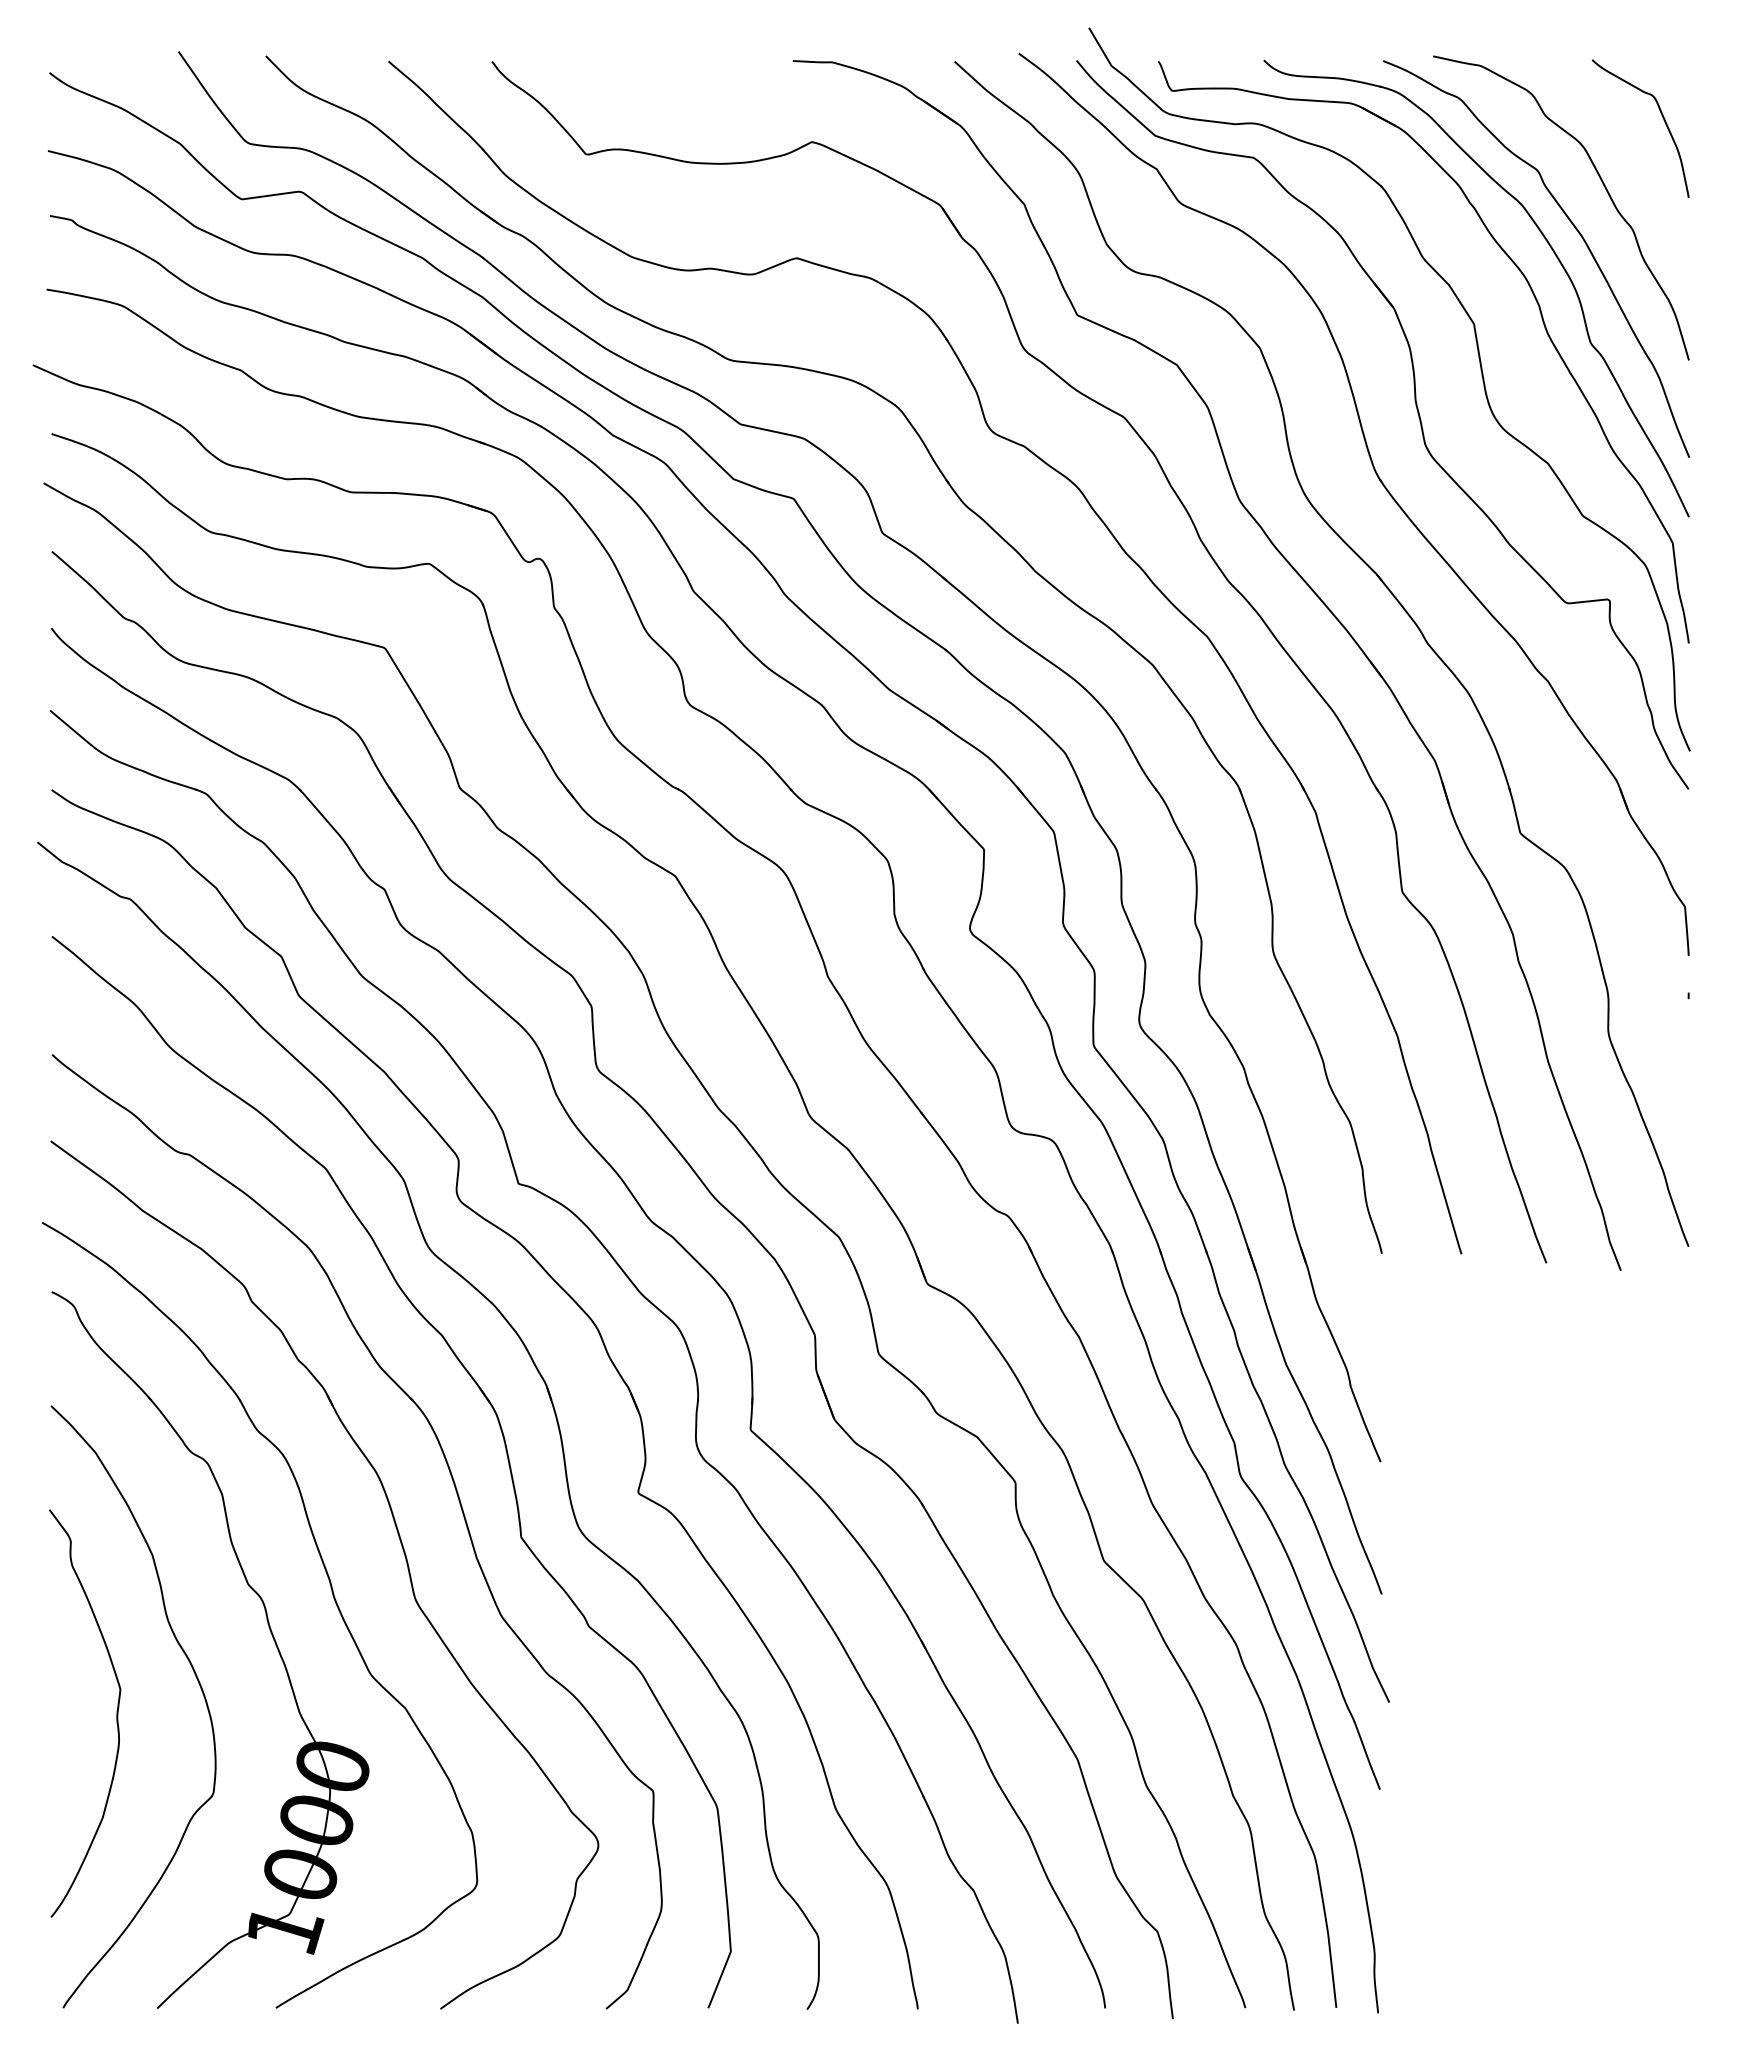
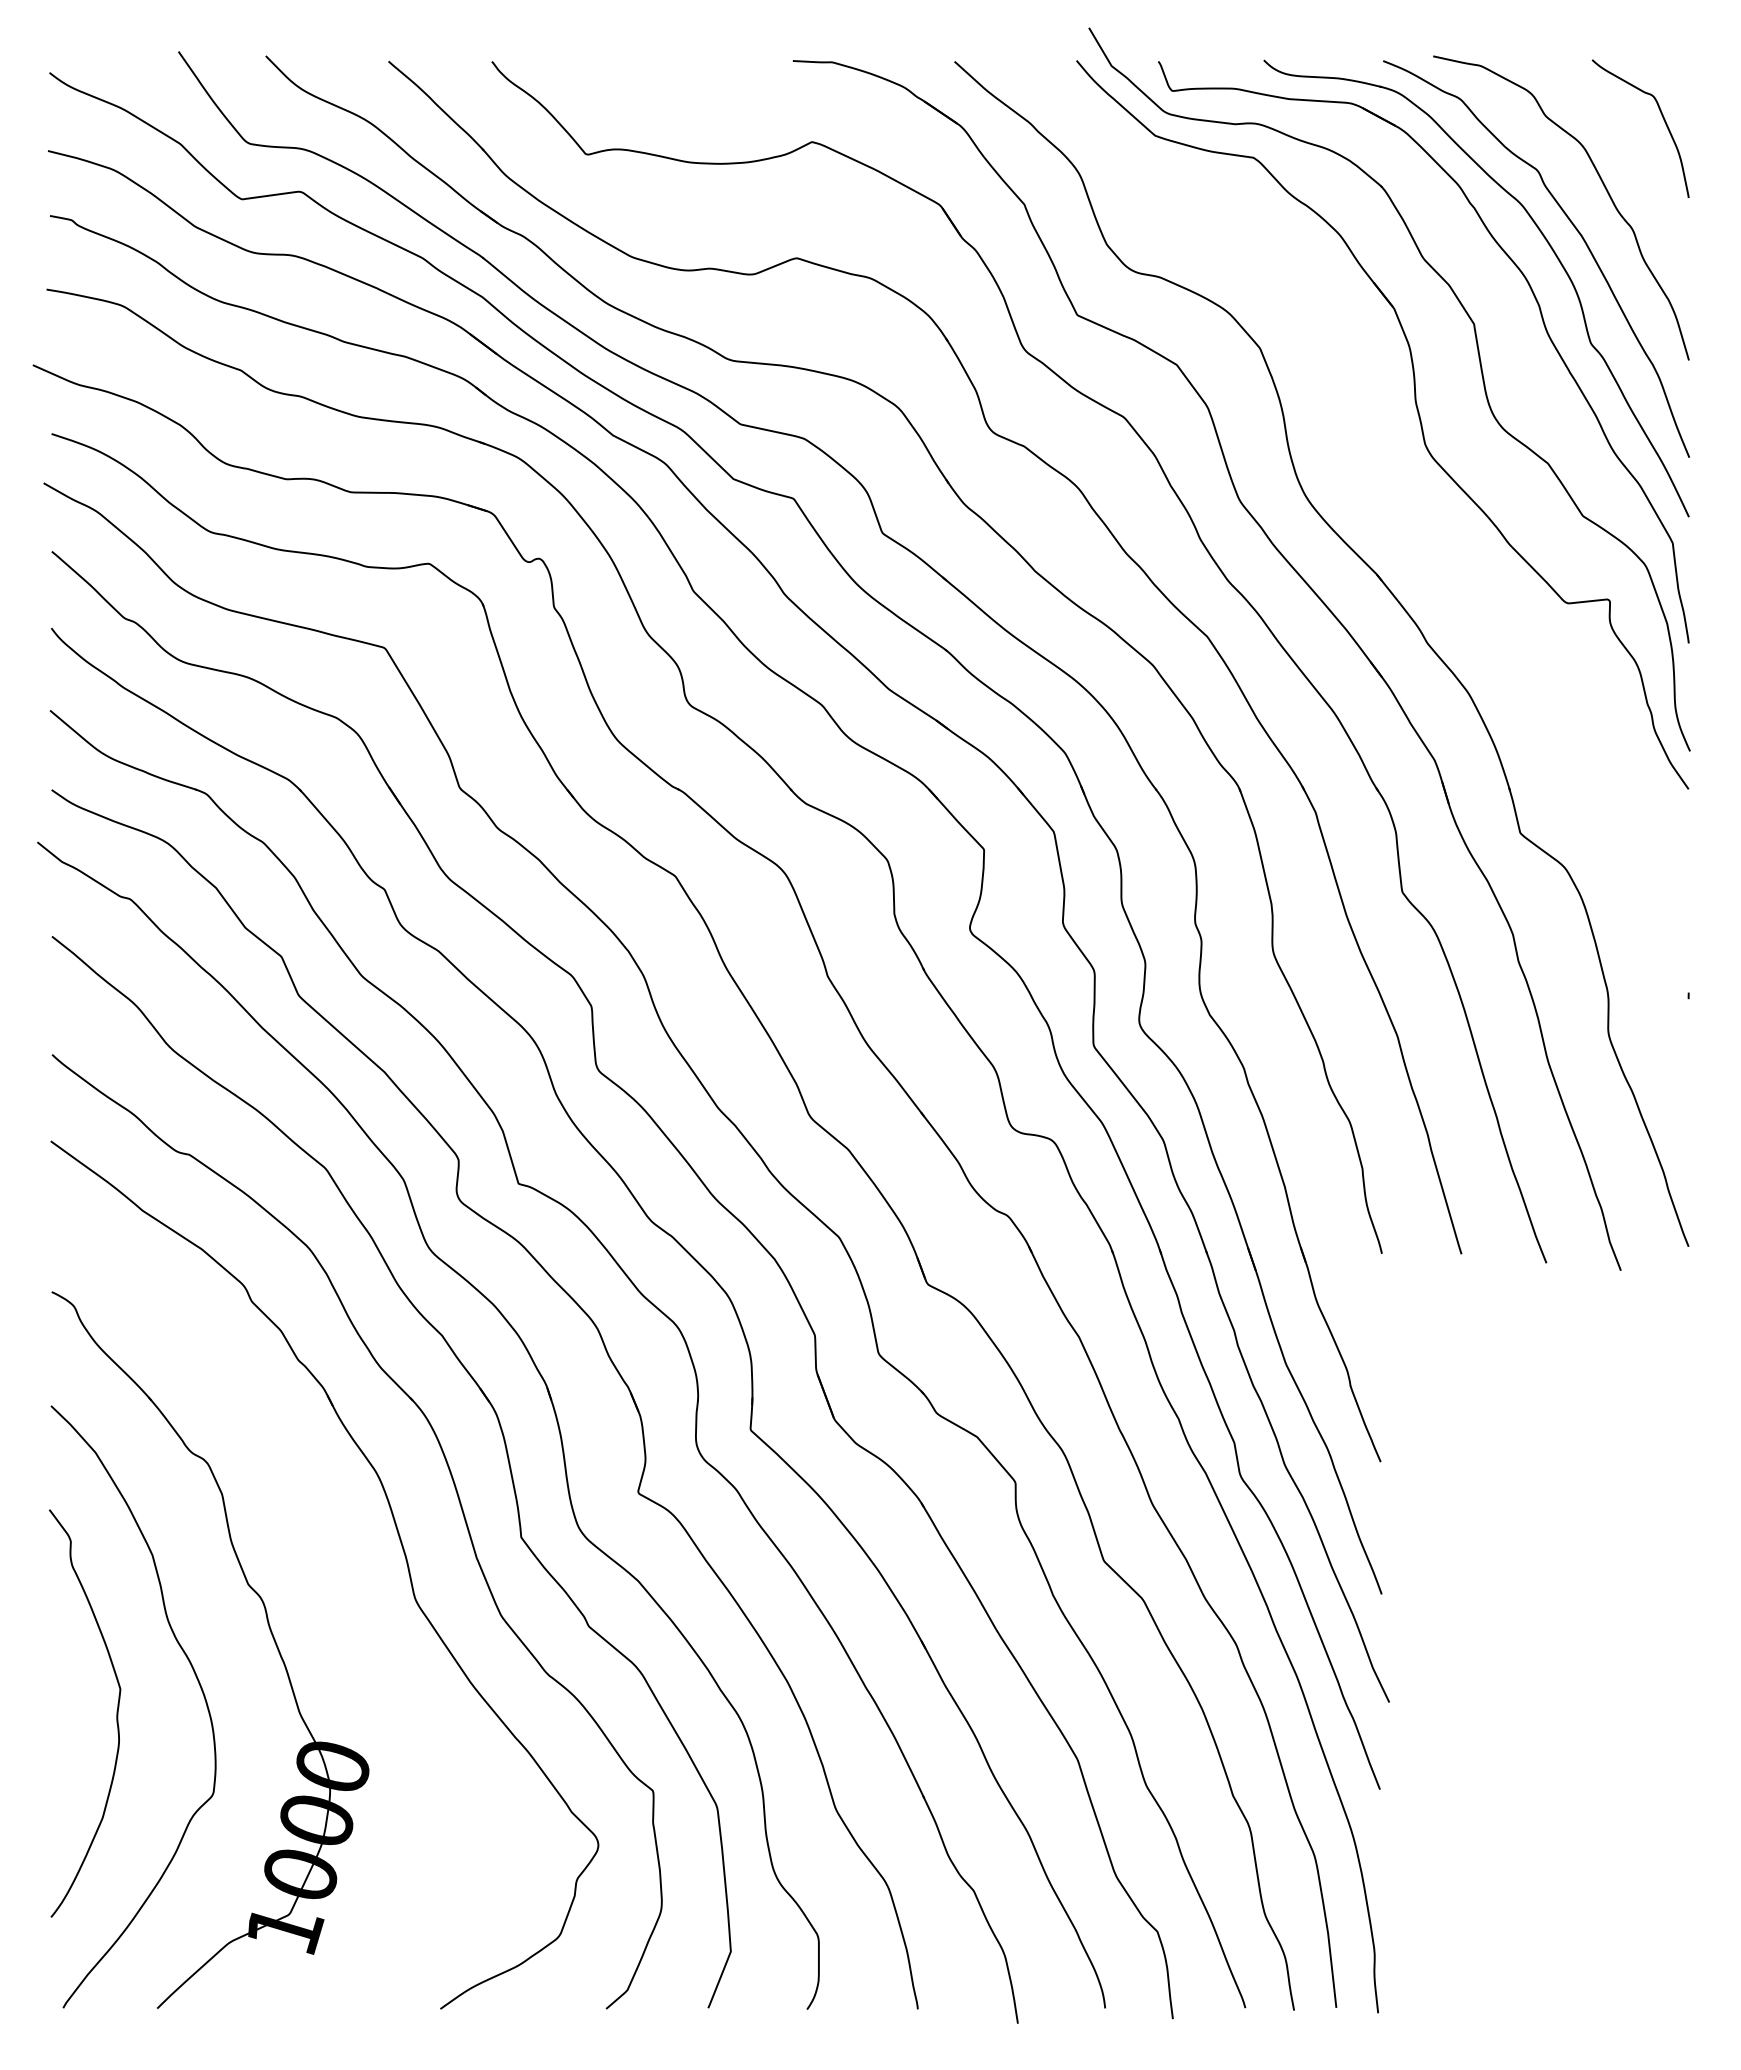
part at (1382, 485): present -> none
part at (332, 1595): present -> none
